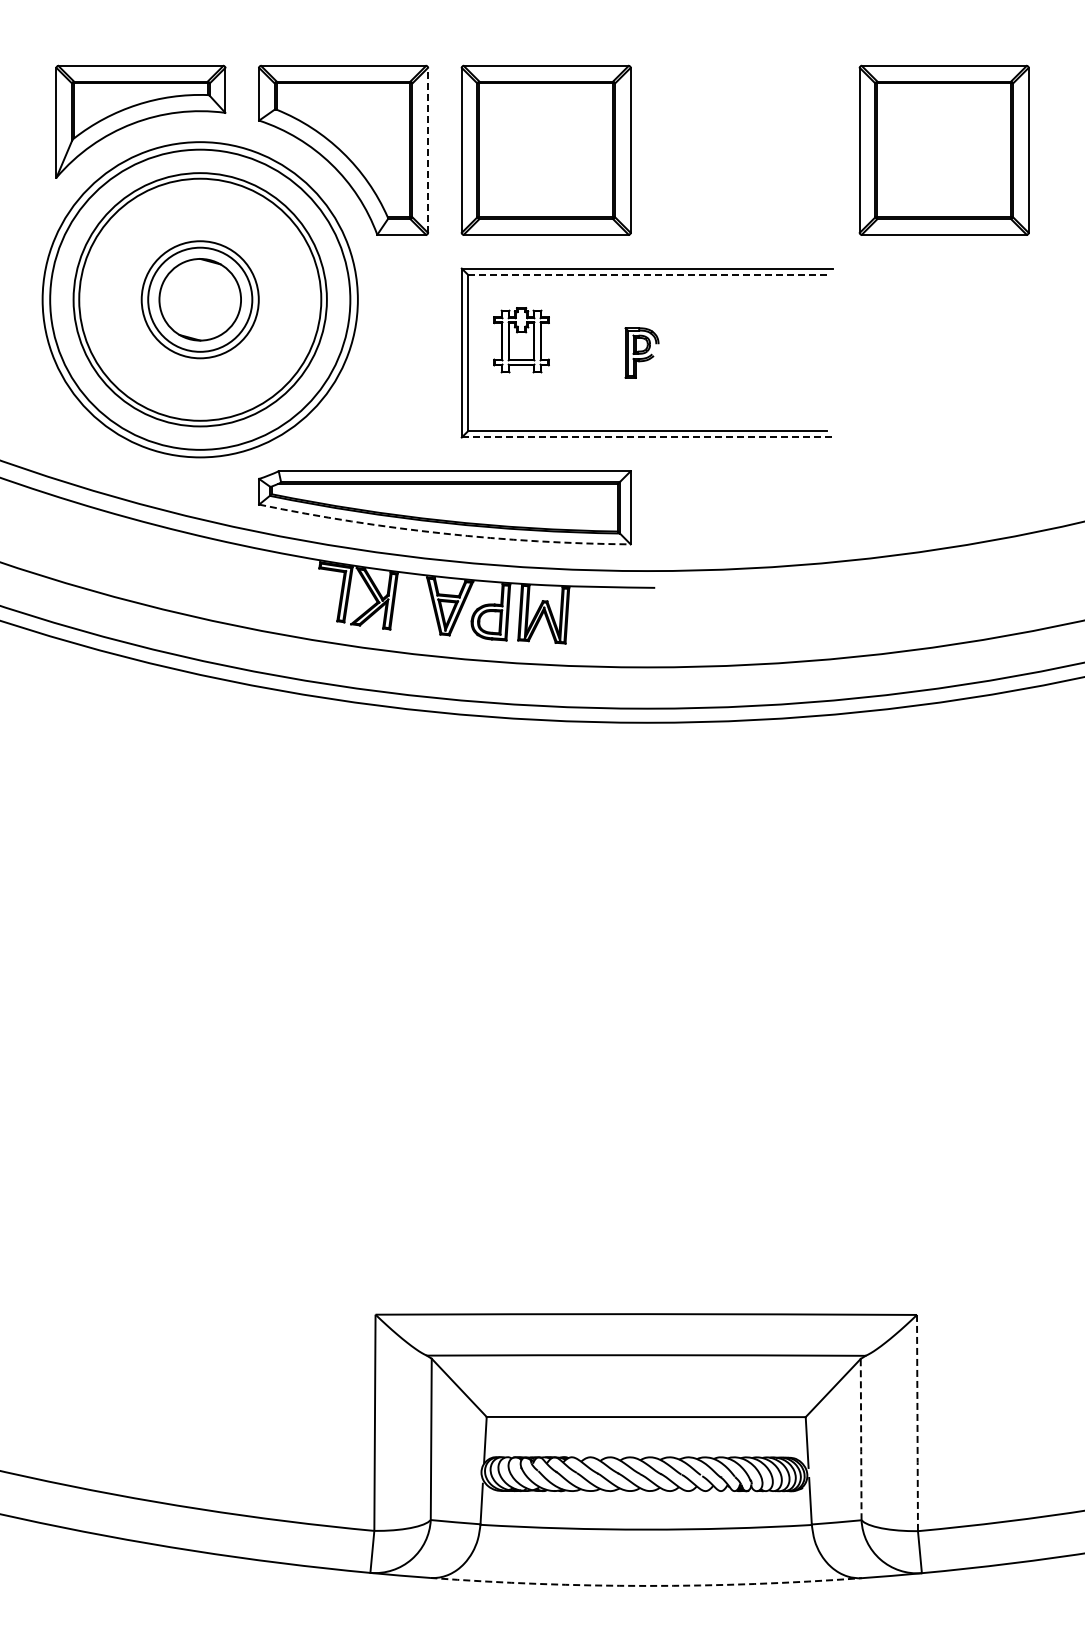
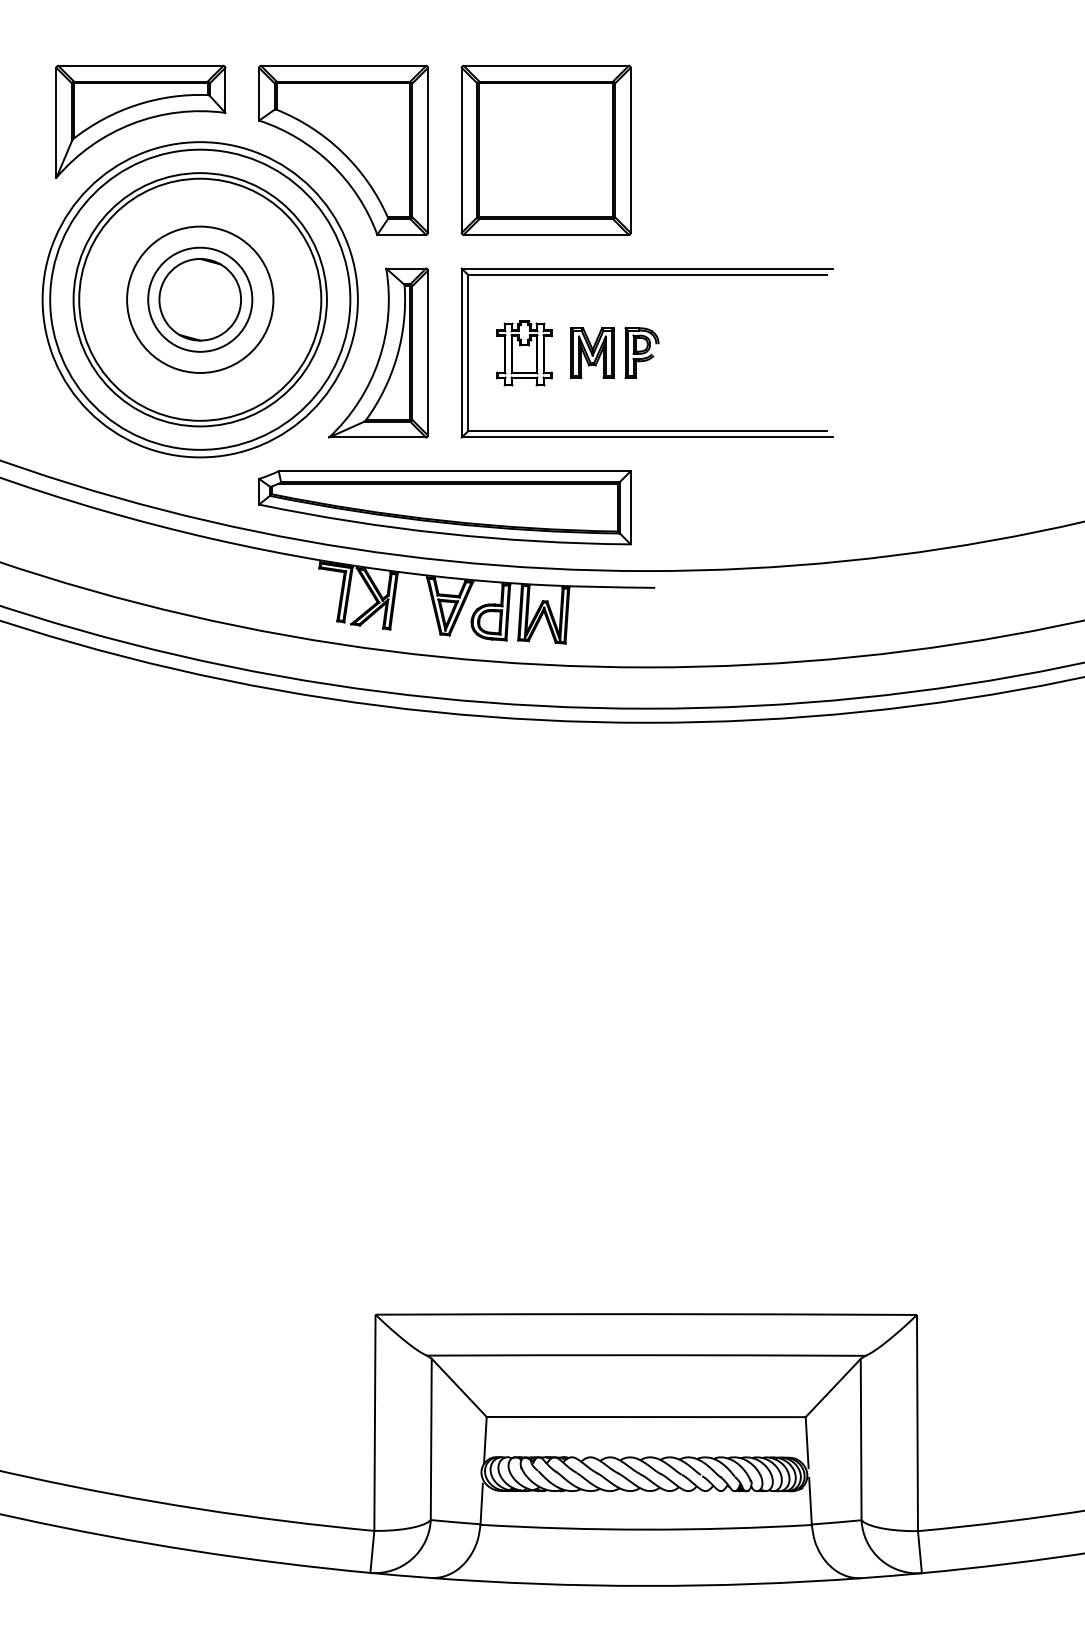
line at (428, 149): dashed -> solid
part at (943, 149): present -> none
line at (647, 275): dashed -> solid
circle at (199, 299) diameter: 117 px -> 146 px
part at (521, 340) position: (521, 340) -> (524, 353)
part at (378, 352): none -> present
part at (592, 352): none -> present
line at (647, 437): dashed -> solid
arc at (443, 533): dashed -> solid
line at (917, 1423): dashed -> solid
line at (861, 1439): dashed -> solid
arc at (646, 1585): dashed -> solid
